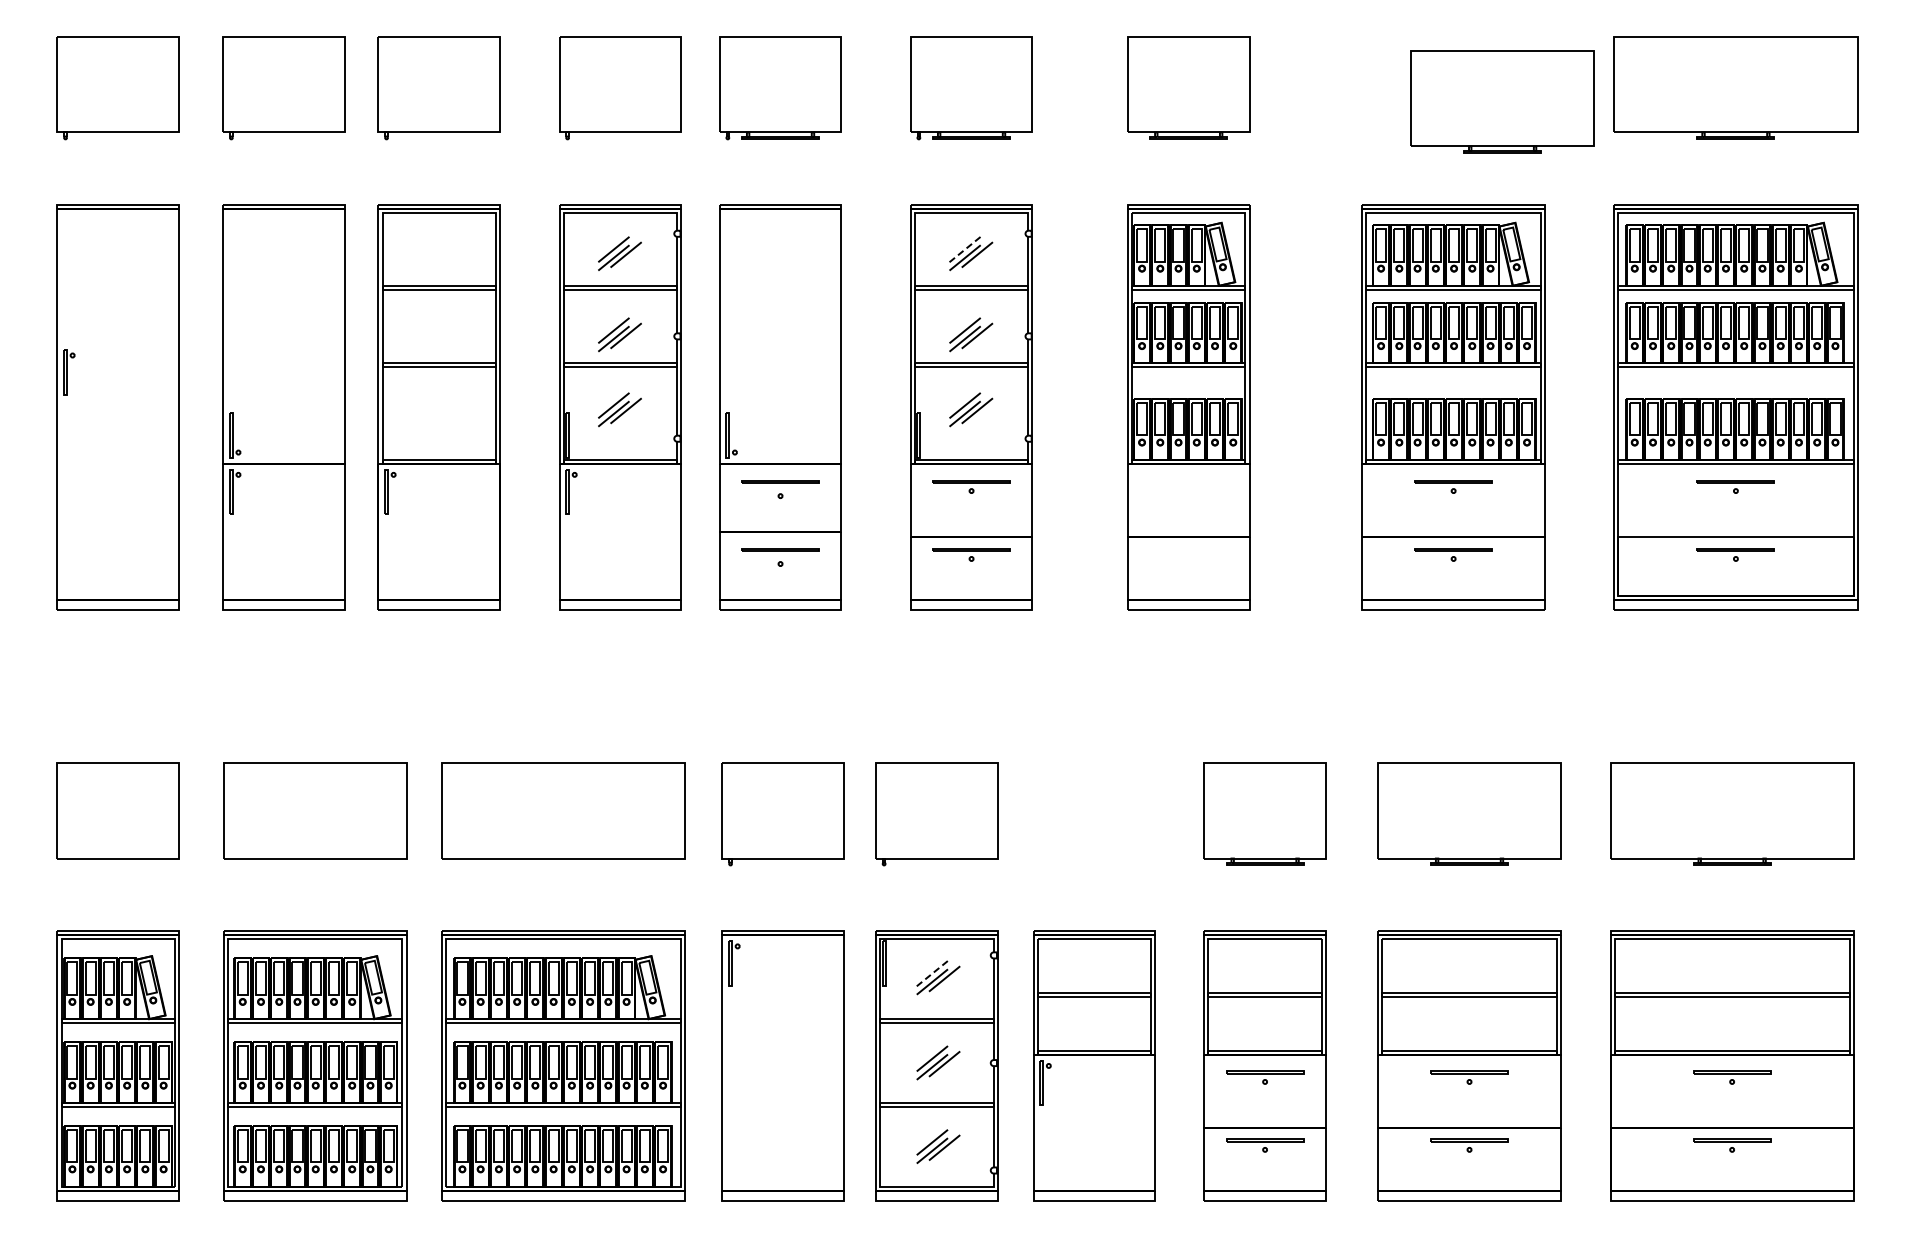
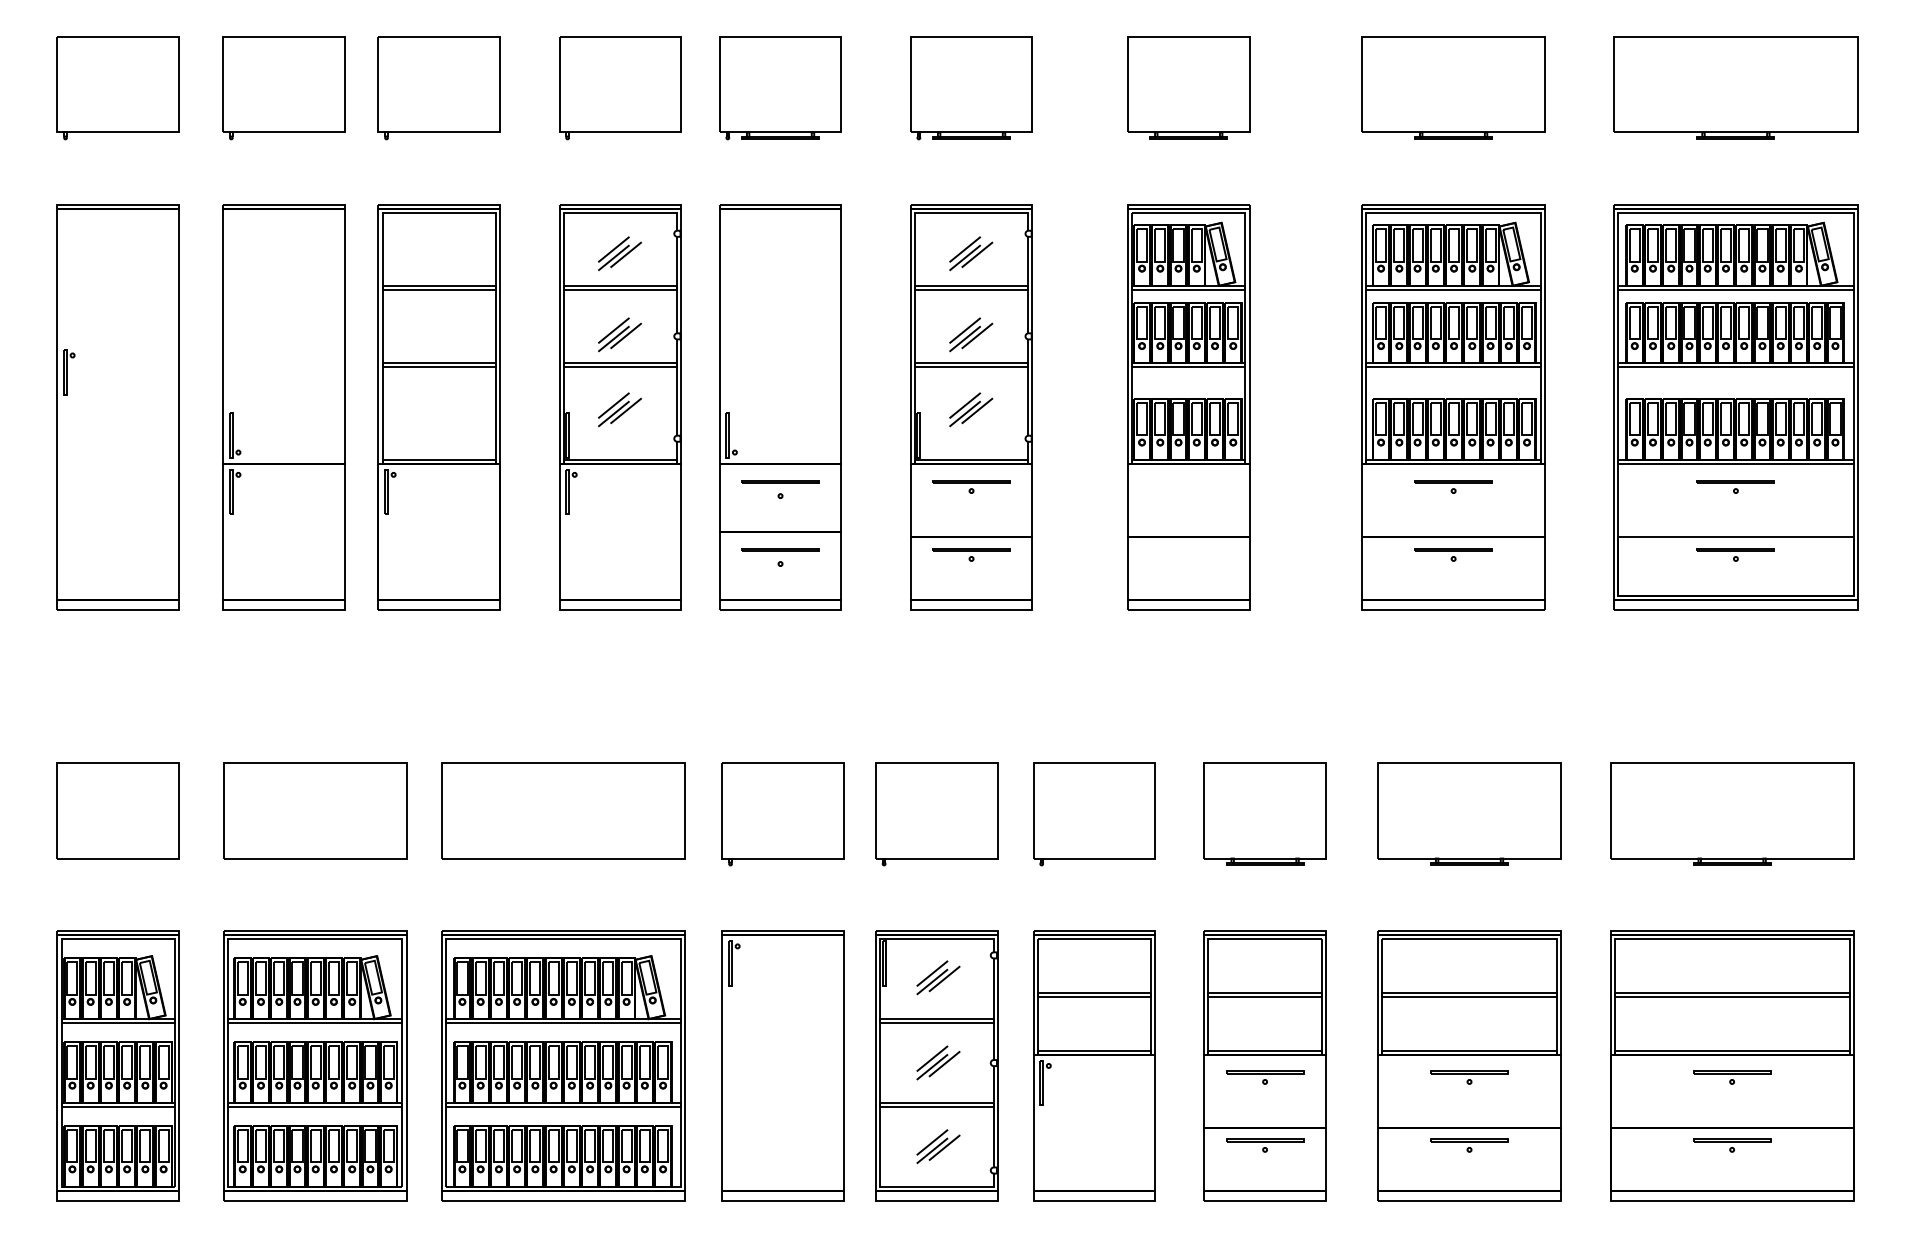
part at (1502, 101) position: (1502, 101) -> (1453, 87)
line at (965, 249): dashed -> solid
part at (1094, 814): none -> present
line at (932, 973): dashed -> solid
